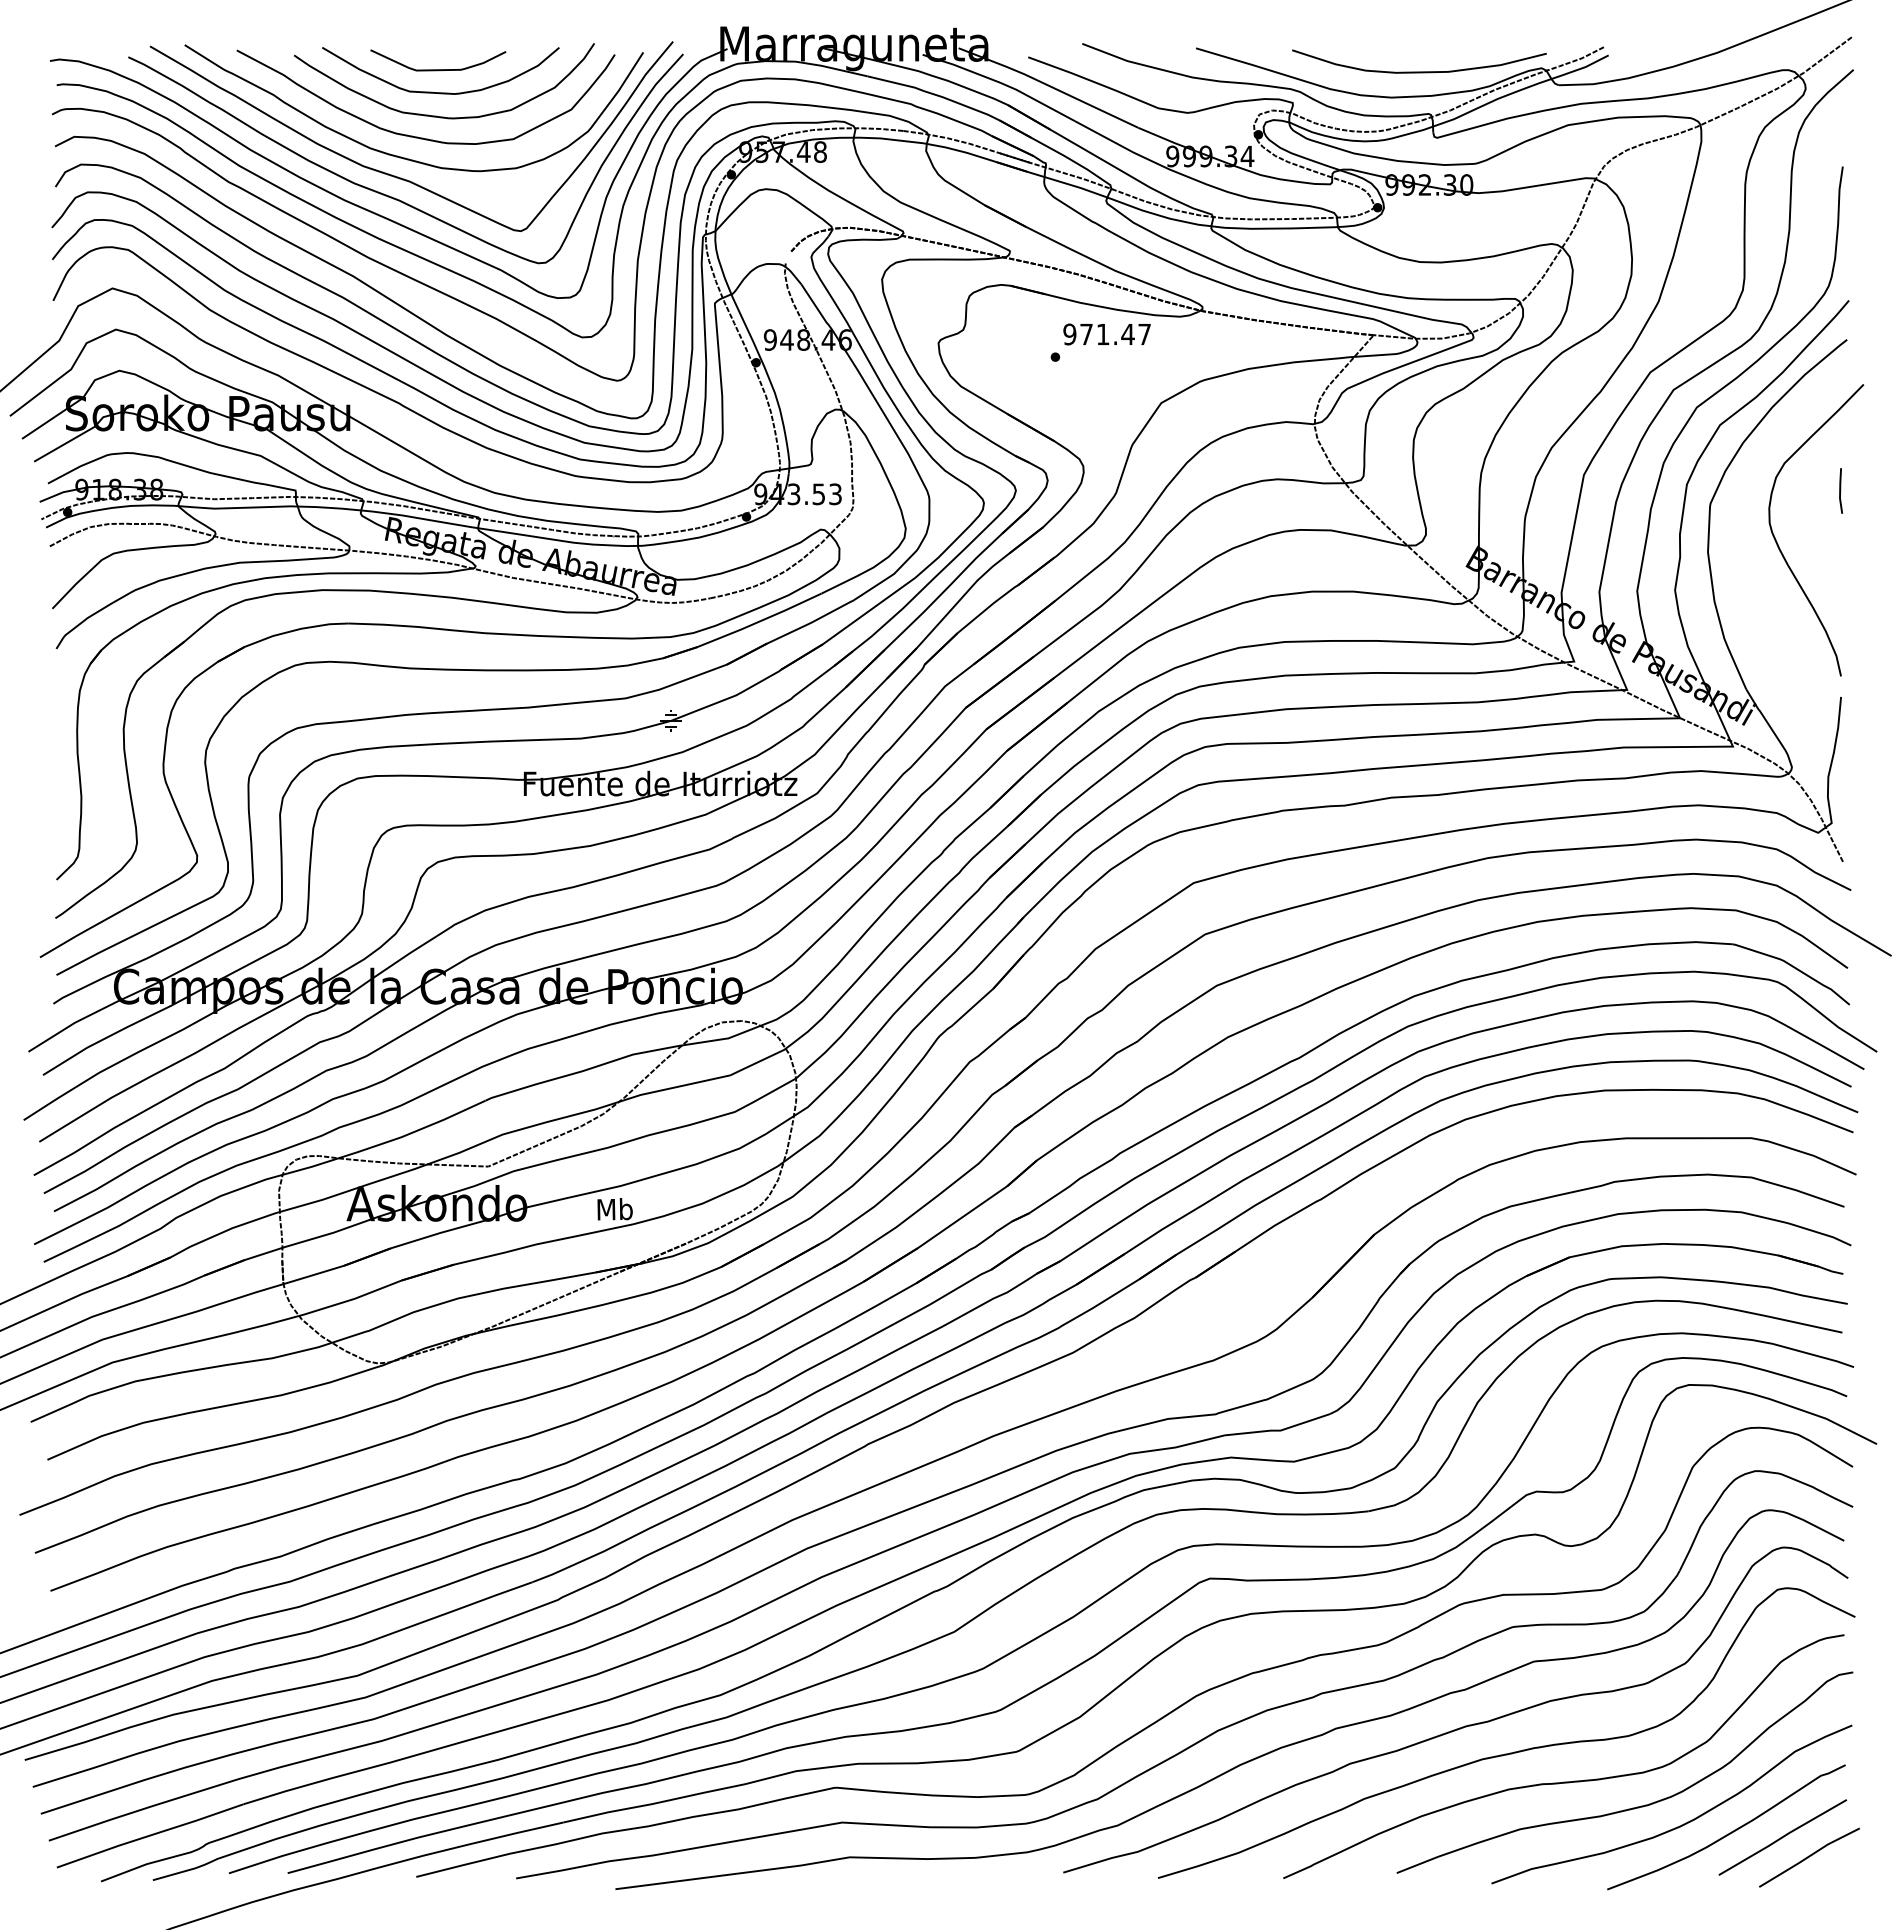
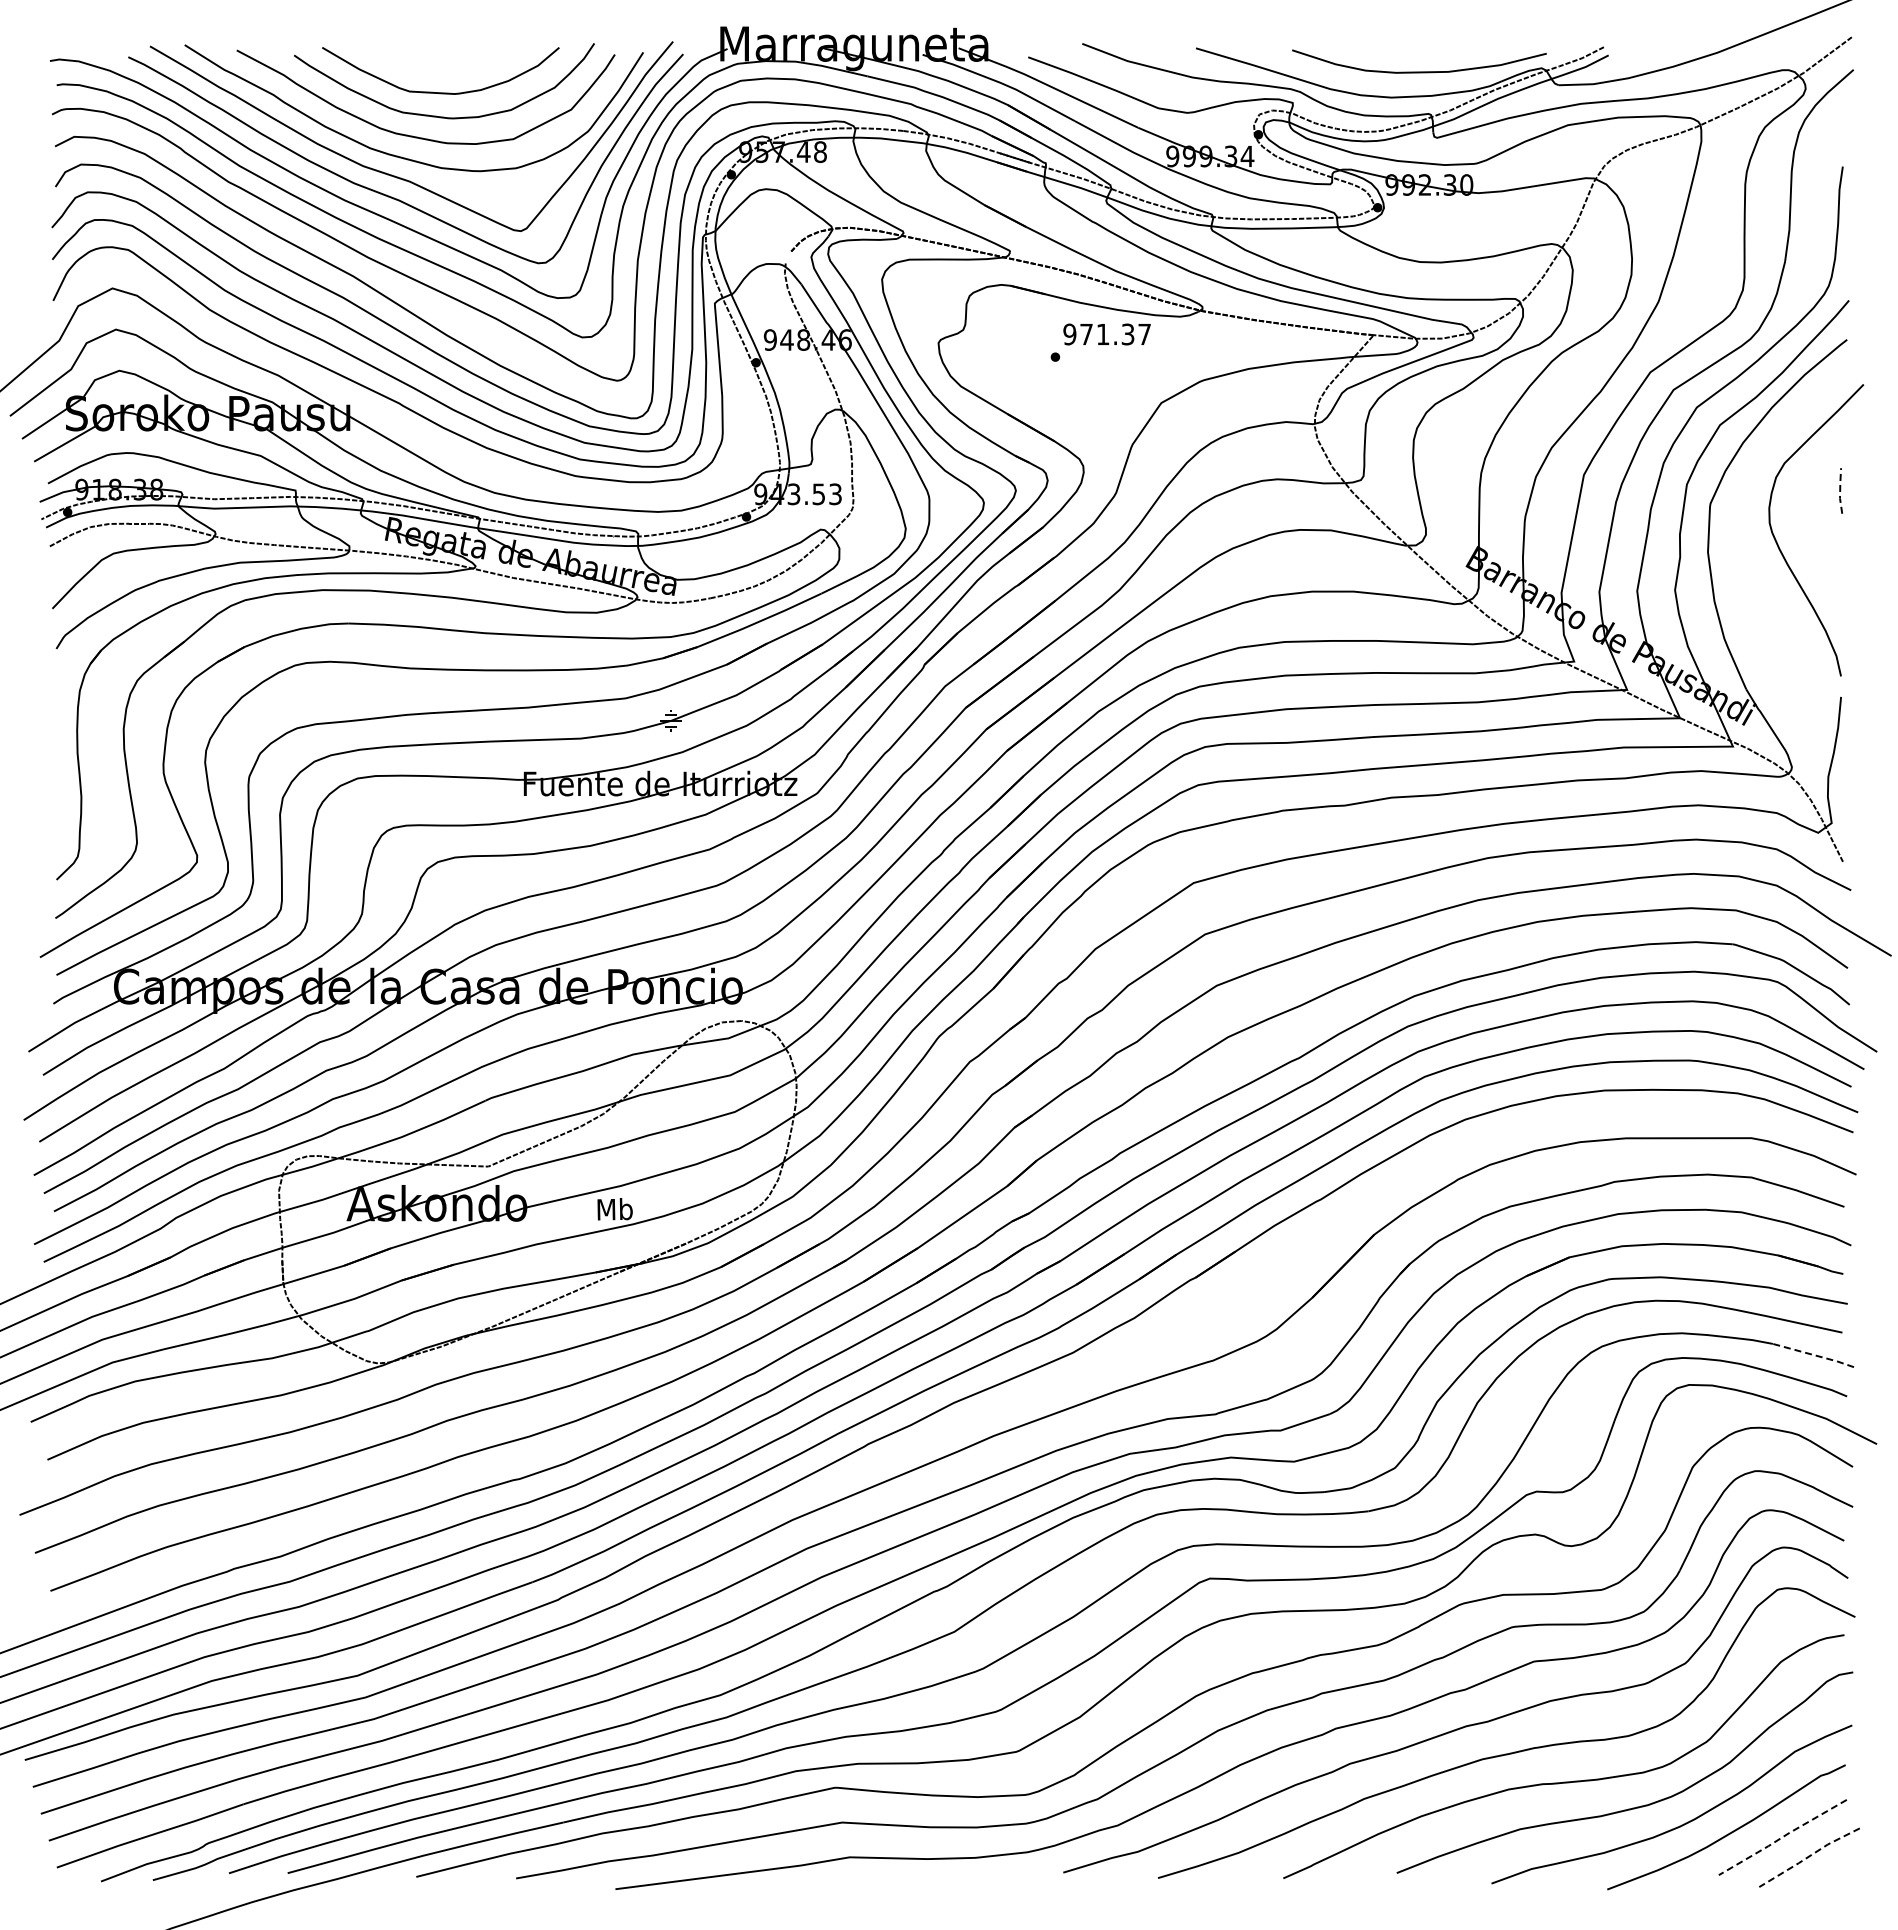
curve at (438, 69): present -> none
text at (1127, 334): 971.47 -> 971.37
line at (1840, 490): solid -> dashed
line at (1813, 1354): solid -> dashed
line at (1782, 1837): solid -> dashed
line at (1808, 1856): solid -> dashed
